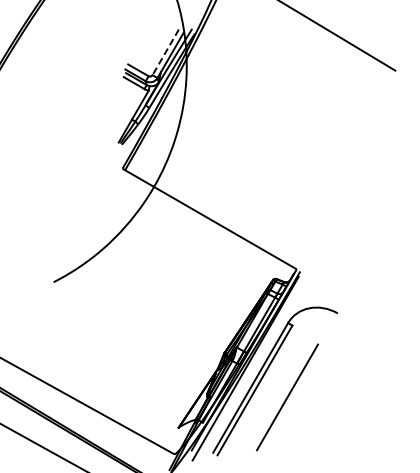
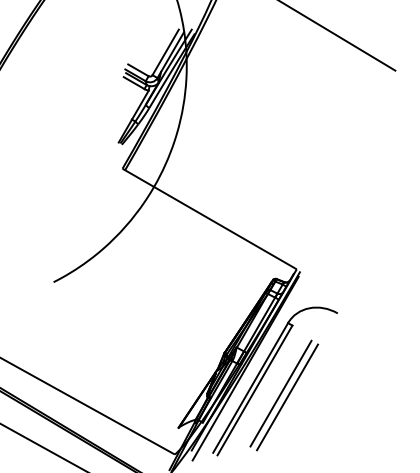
line at (165, 52): dashed -> solid
line at (280, 393): none -> present
